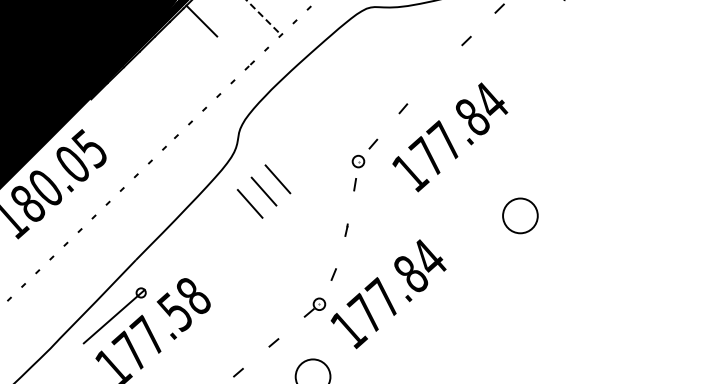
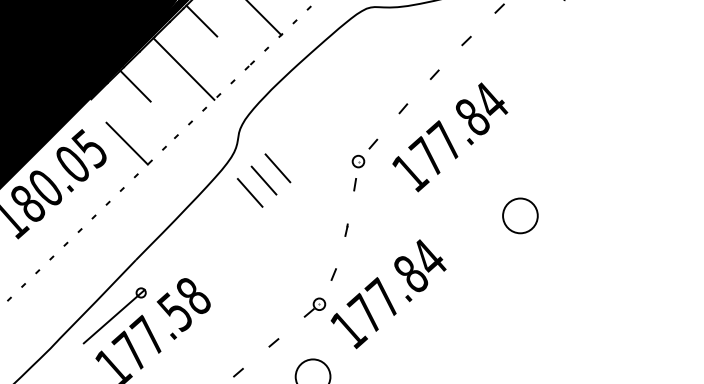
line at (264, 18): dashed -> solid
line at (183, 68): none -> present
line at (434, 74): none -> present
line at (135, 85): none -> present
line at (126, 143): none -> present
part at (264, 191) position: (264, 191) -> (264, 180)
